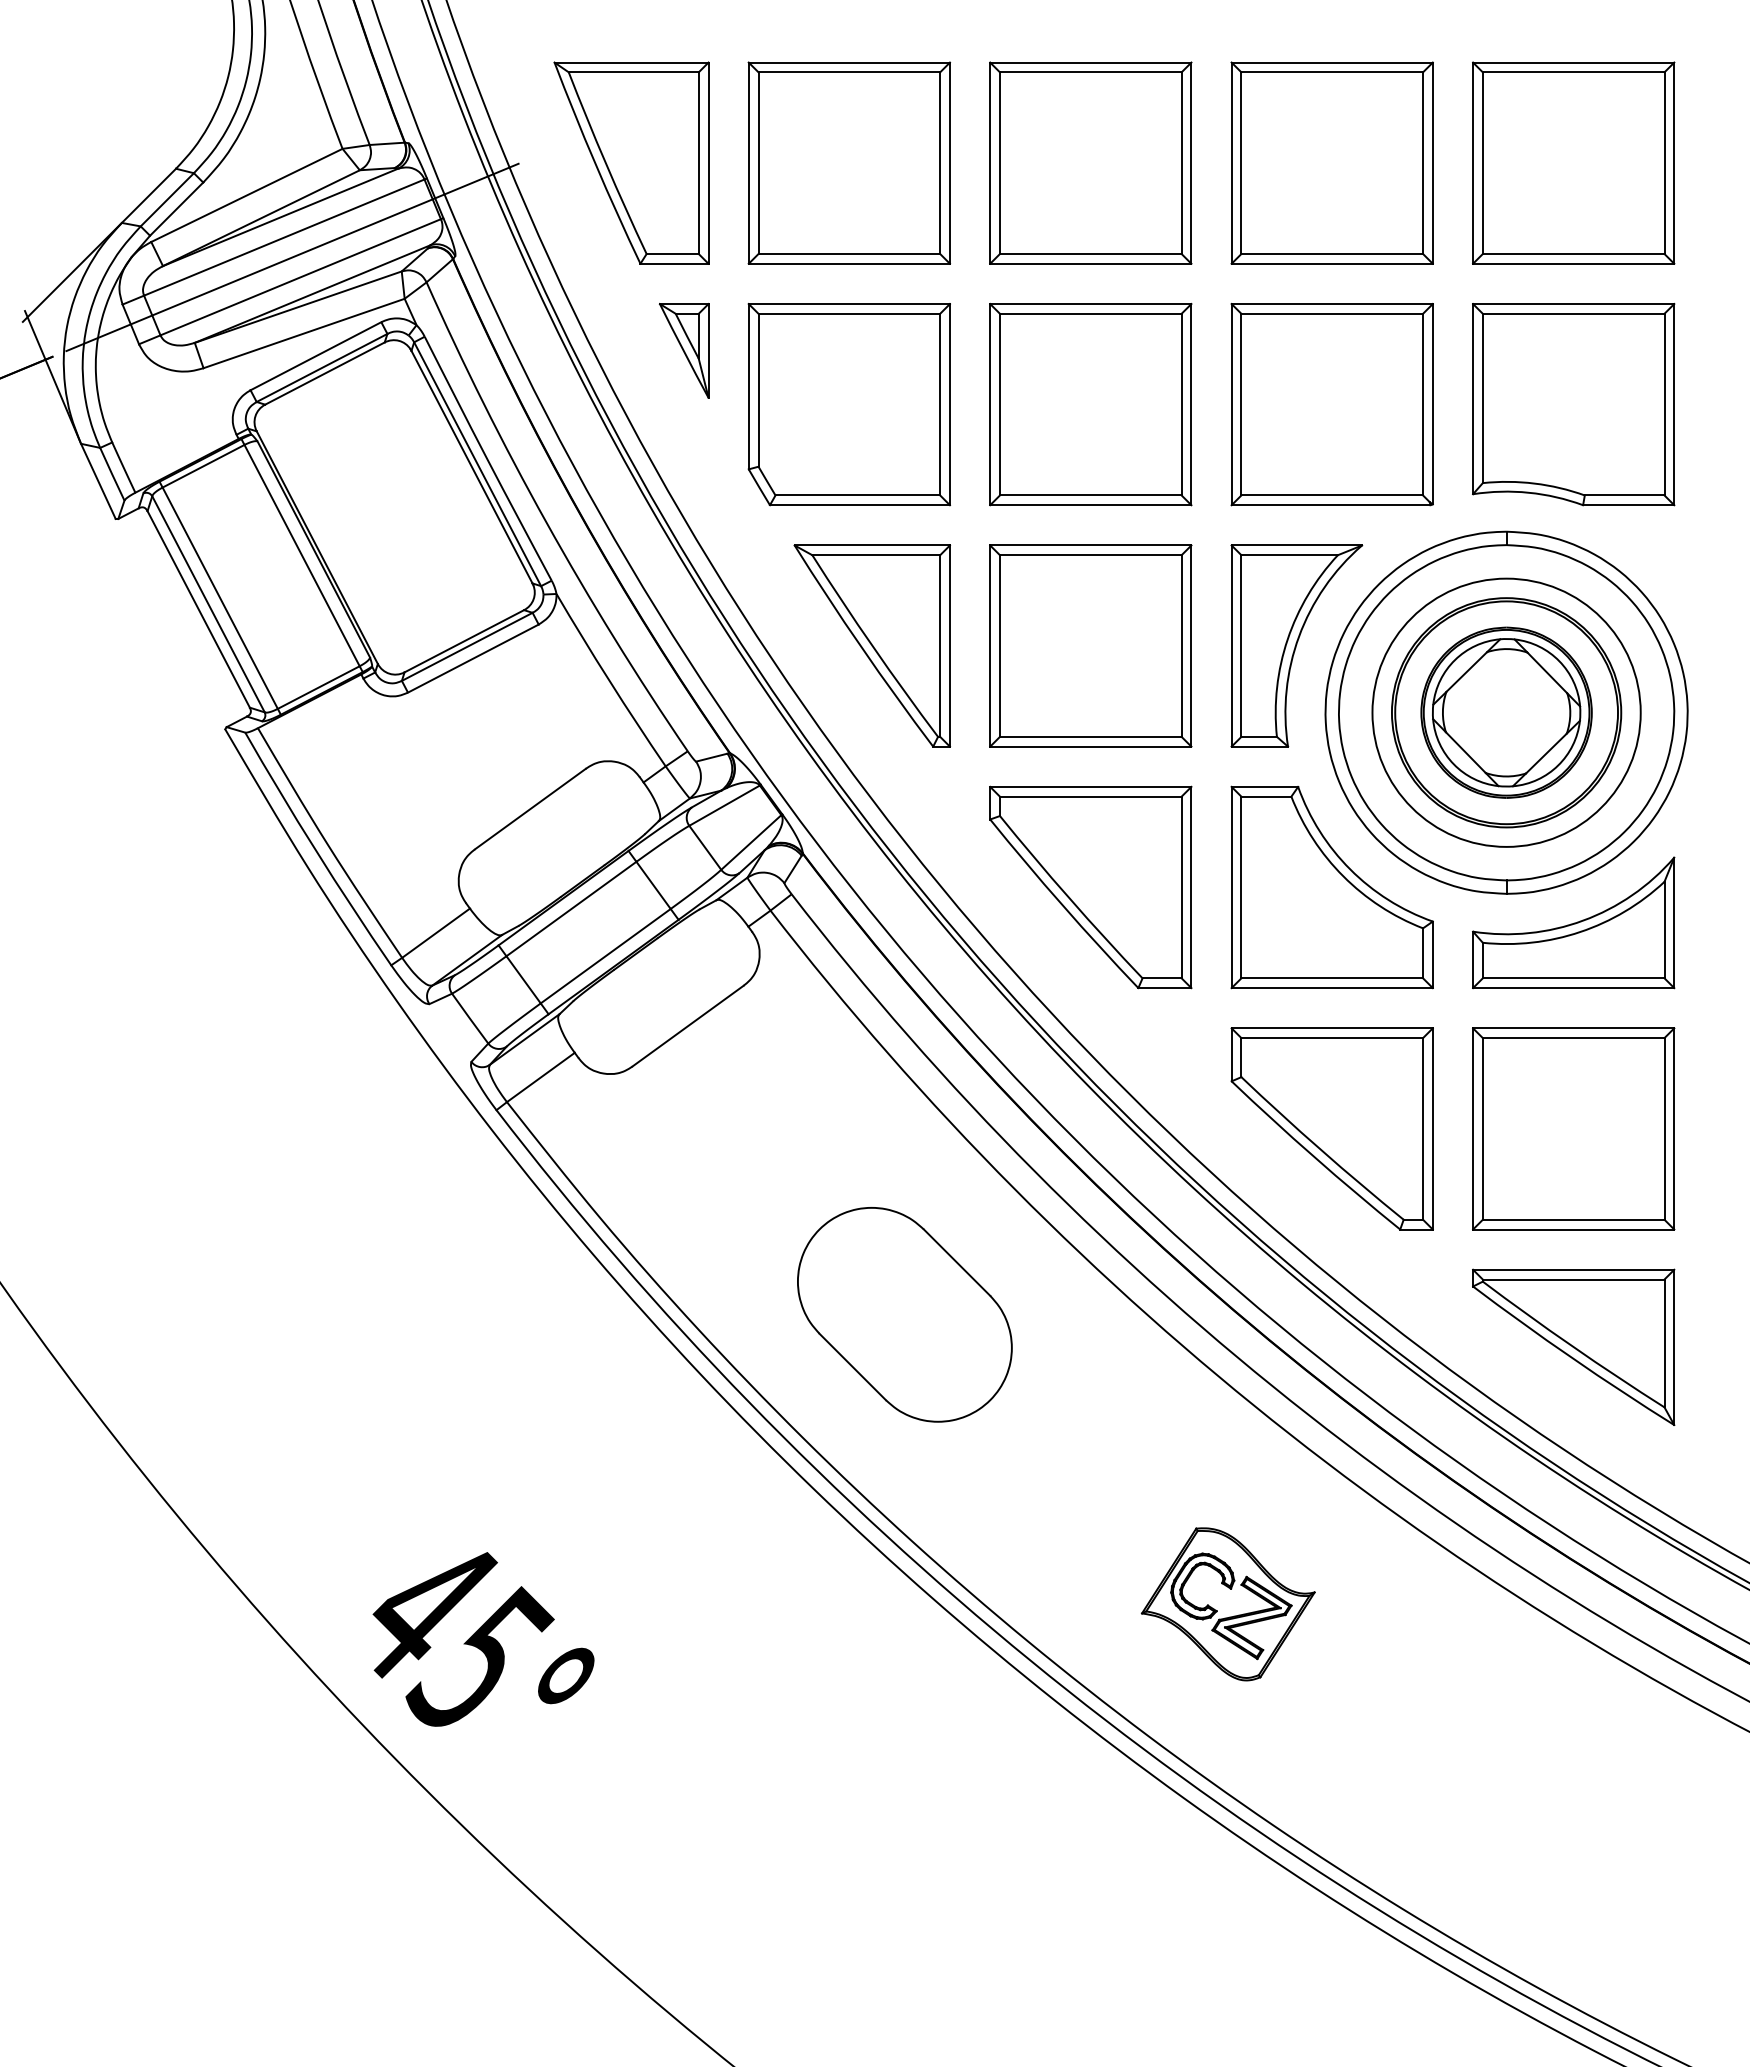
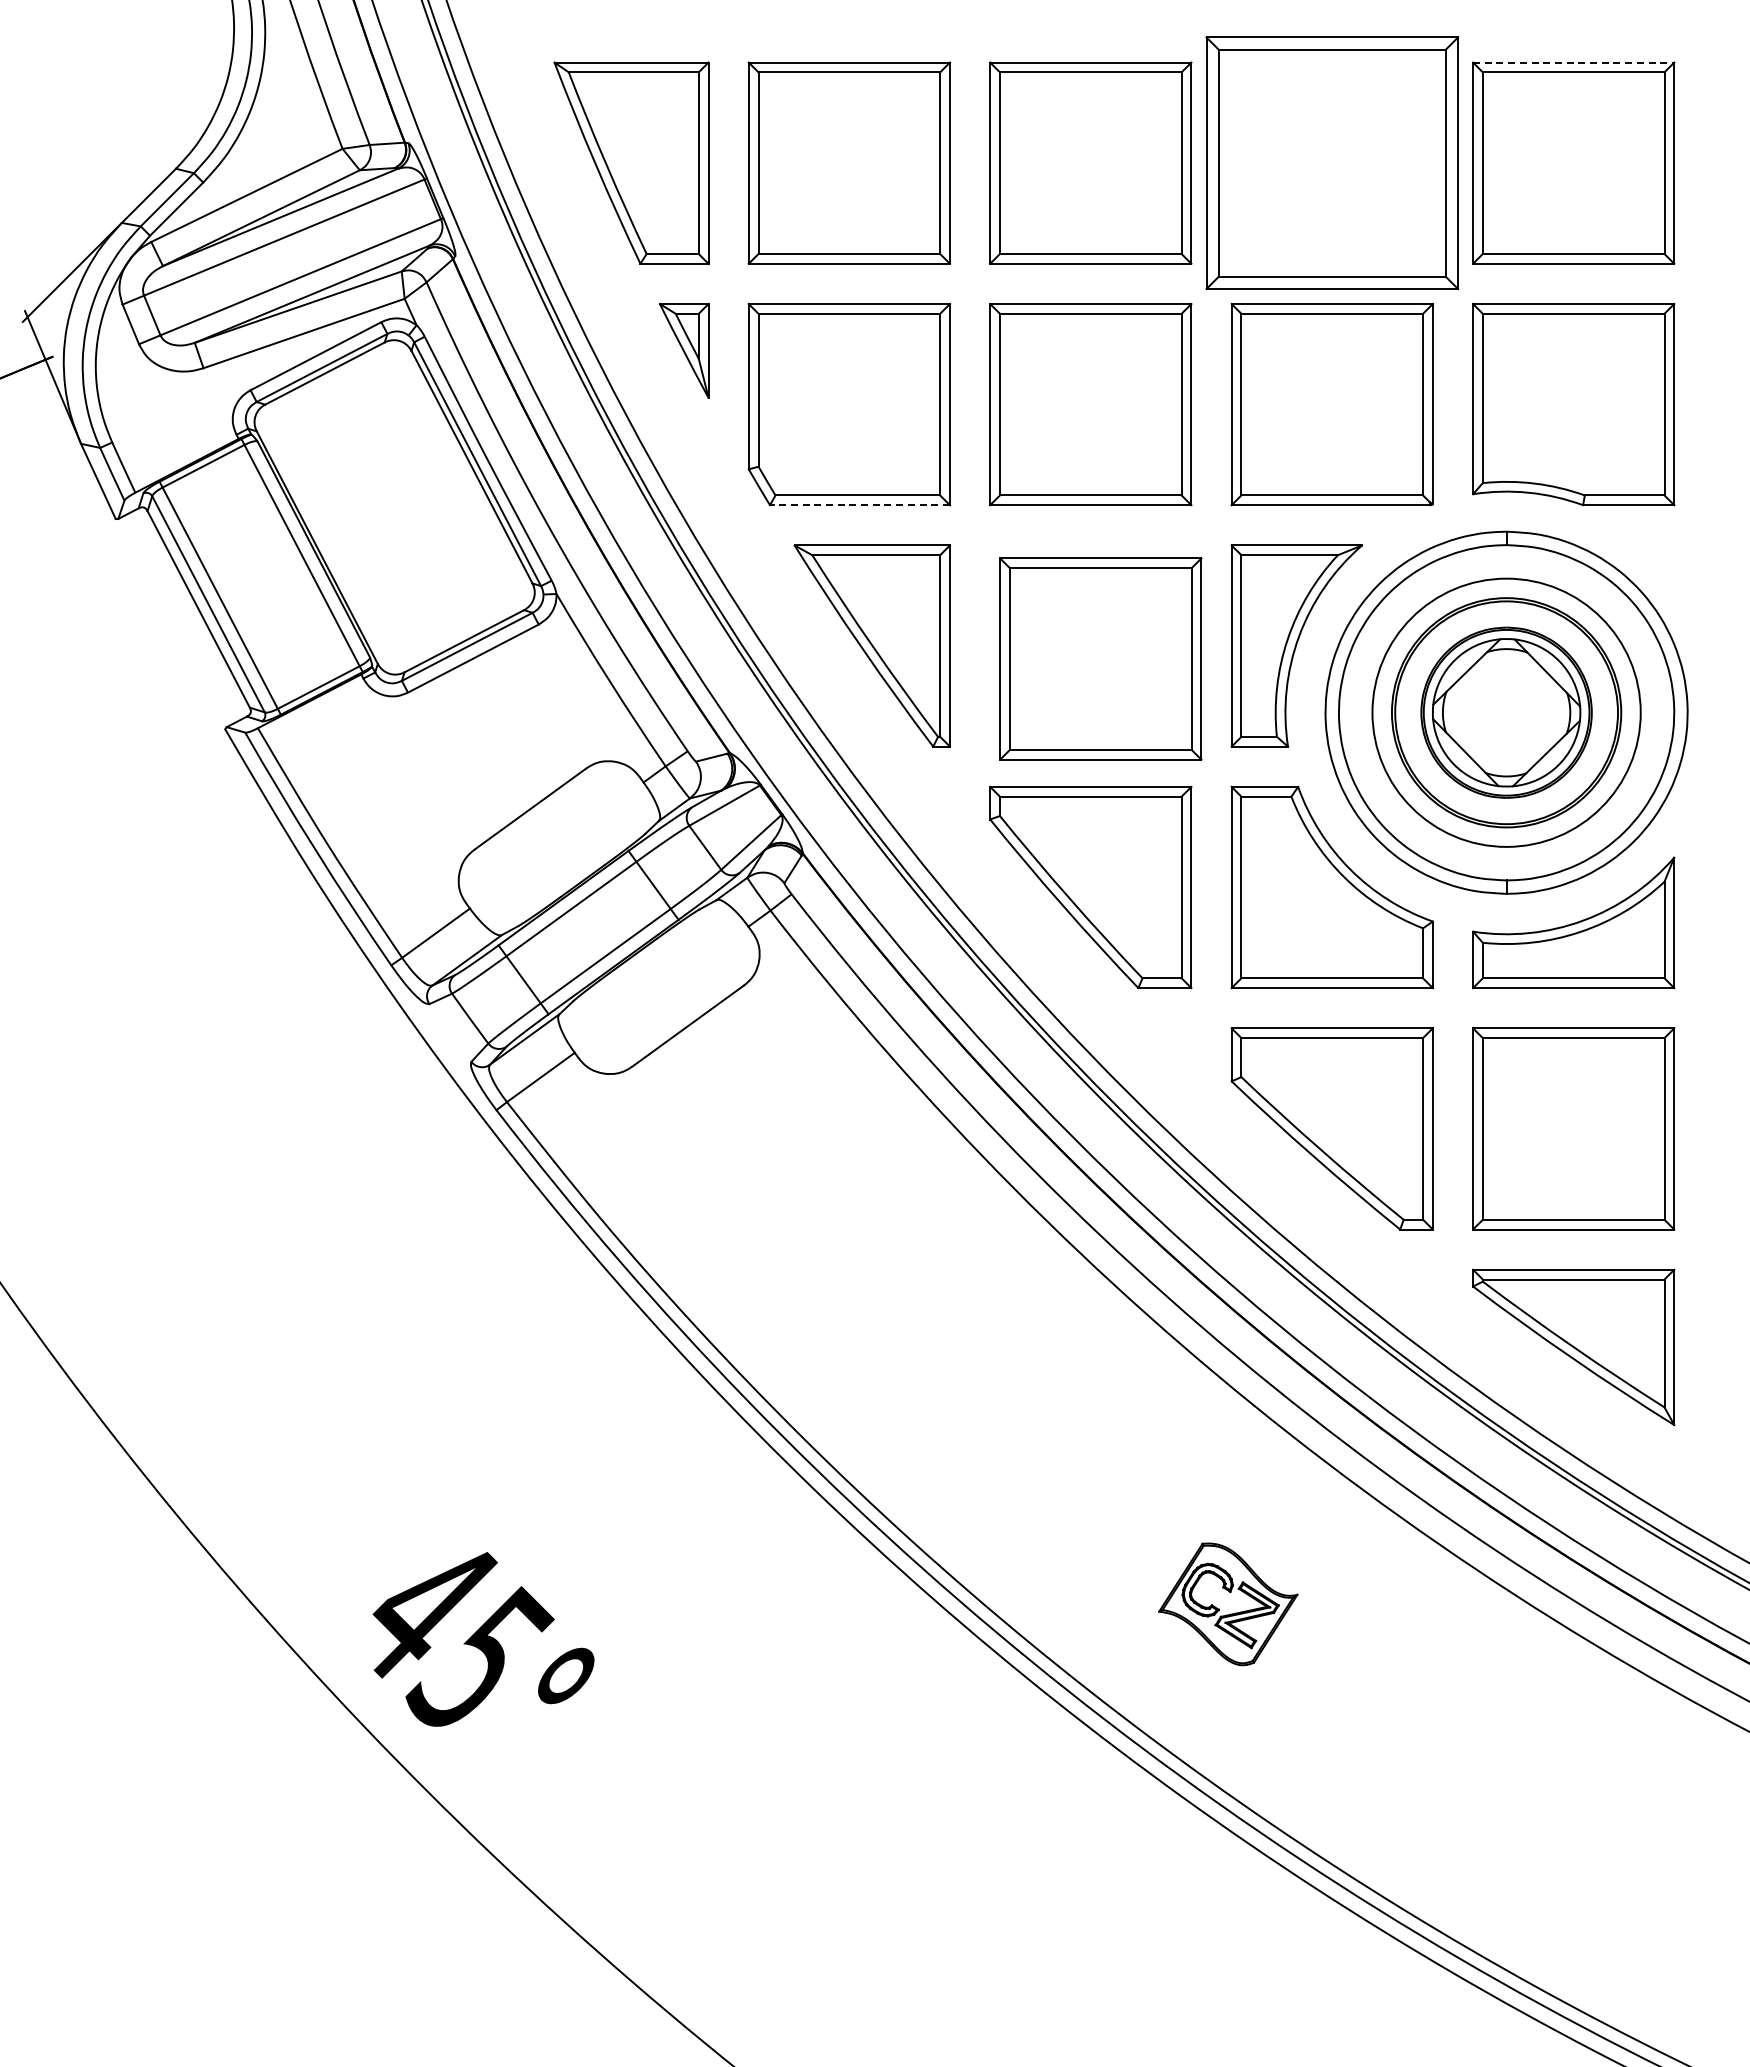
line at (1573, 62): solid -> dashed
part at (1331, 162) size: 204x204 px -> 255x254 px
line at (292, 257): present -> none
line at (859, 505): solid -> dashed
part at (1090, 645) position: (1090, 645) -> (1100, 658)
part at (904, 1314): present -> none
part at (1227, 1604) size: 176x155 px -> 141x125 px
